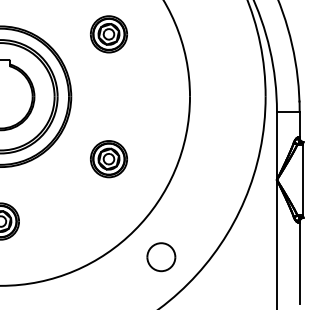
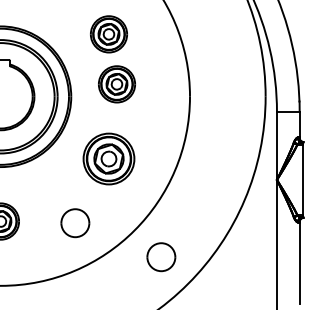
part at (116, 84): none -> present
part at (108, 159) size: 38x39 px -> 54x54 px
part at (75, 223): none -> present
